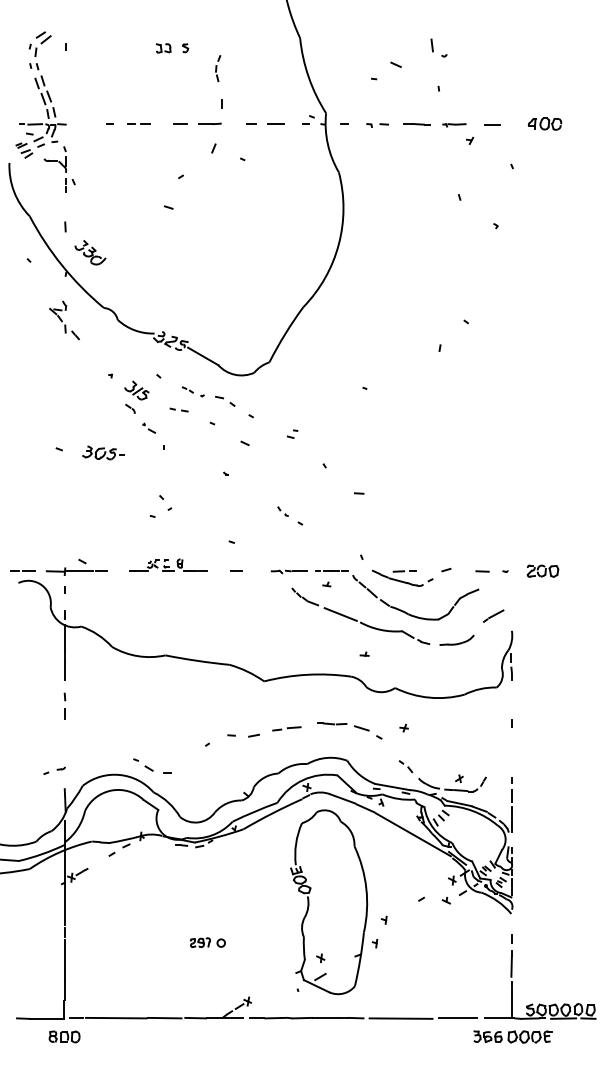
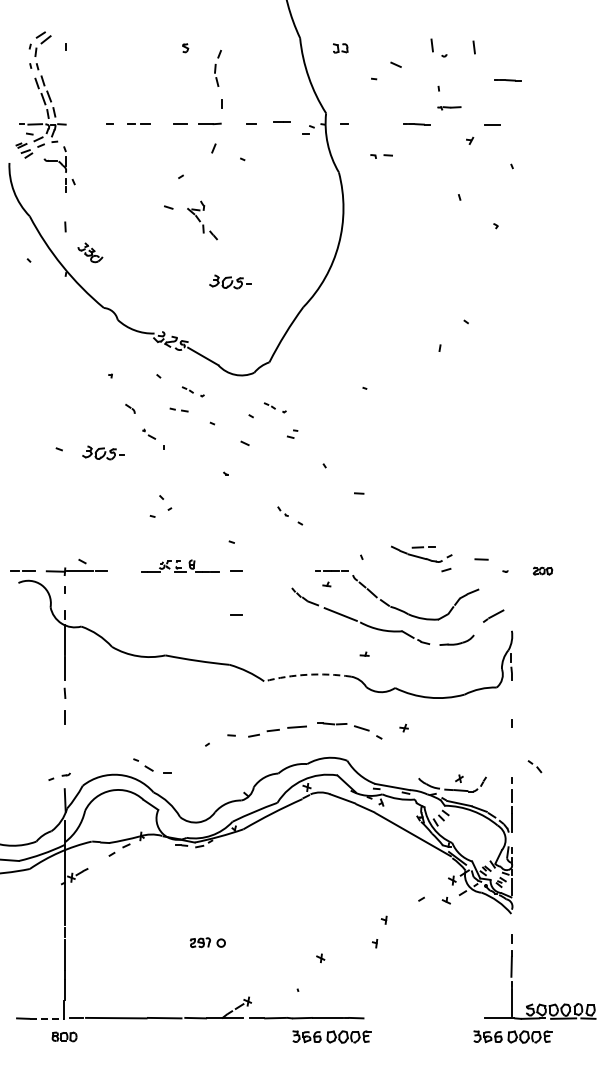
line at (473, 47): none -> present
part at (163, 48) position: (163, 48) -> (340, 48)
part at (218, 68) size: 7x28 px -> 8x37 px
line at (507, 80): none -> present
part at (308, 119) position: (308, 119) -> (308, 129)
line at (275, 123) position: (275, 123) -> (281, 121)
part at (545, 123): present -> none
part at (377, 125) position: (377, 125) -> (381, 156)
line at (454, 125) position: (454, 125) -> (449, 108)
part at (90, 252) size: 33x26 px -> 27x22 px
part at (230, 281): none -> present
part at (64, 320) position: (64, 320) -> (202, 220)
part at (136, 390): present -> none
part at (225, 400): present -> none
part at (274, 407): none -> present
part at (149, 427) position: (149, 427) -> (149, 433)
part at (168, 564) position: (168, 564) -> (180, 565)
part at (542, 570) size: 34x14 px -> 22x10 px
part at (288, 571): present -> none
line at (482, 571) position: (482, 571) -> (481, 559)
part at (402, 577) position: (402, 577) -> (421, 553)
line at (236, 614): none -> present
arc at (307, 674): solid -> dashed
part at (64, 705) size: 4x28 px -> 4x38 px
part at (286, 728) size: 30x6 px -> 41x8 px
part at (405, 766) position: (405, 766) -> (534, 766)
part at (54, 770) position: (54, 770) -> (59, 776)
part at (309, 902): present -> none
line at (47, 1018): solid -> dashed
line at (400, 1018): present -> none
line at (457, 1018): present -> none
part at (64, 1036) size: 33x14 px -> 27x12 px
part at (331, 1036): none -> present
